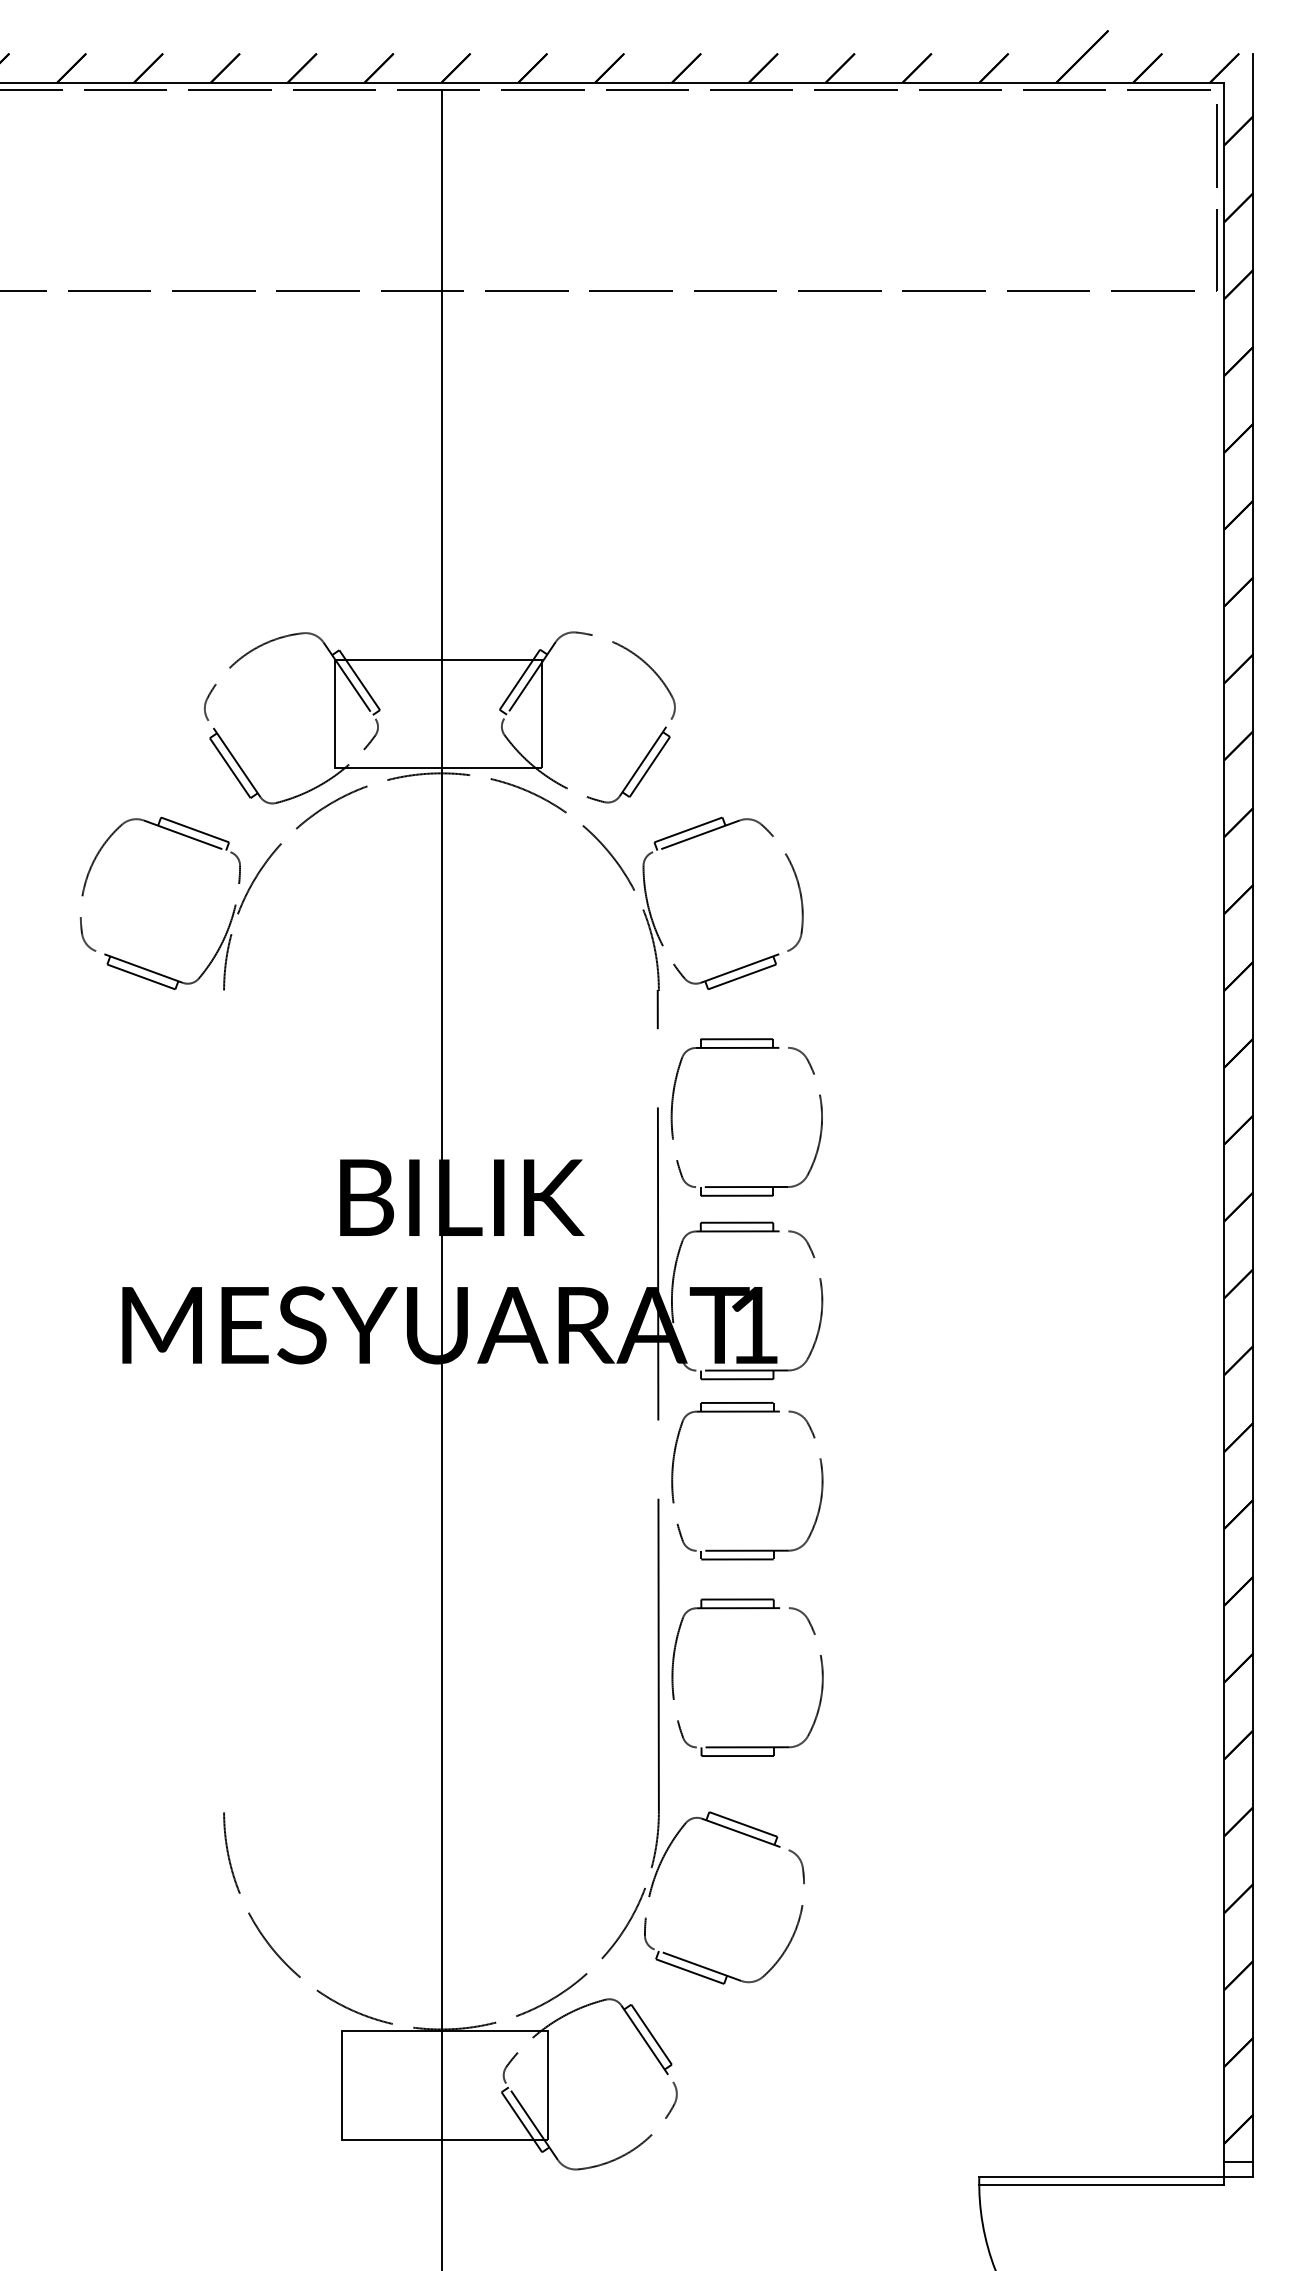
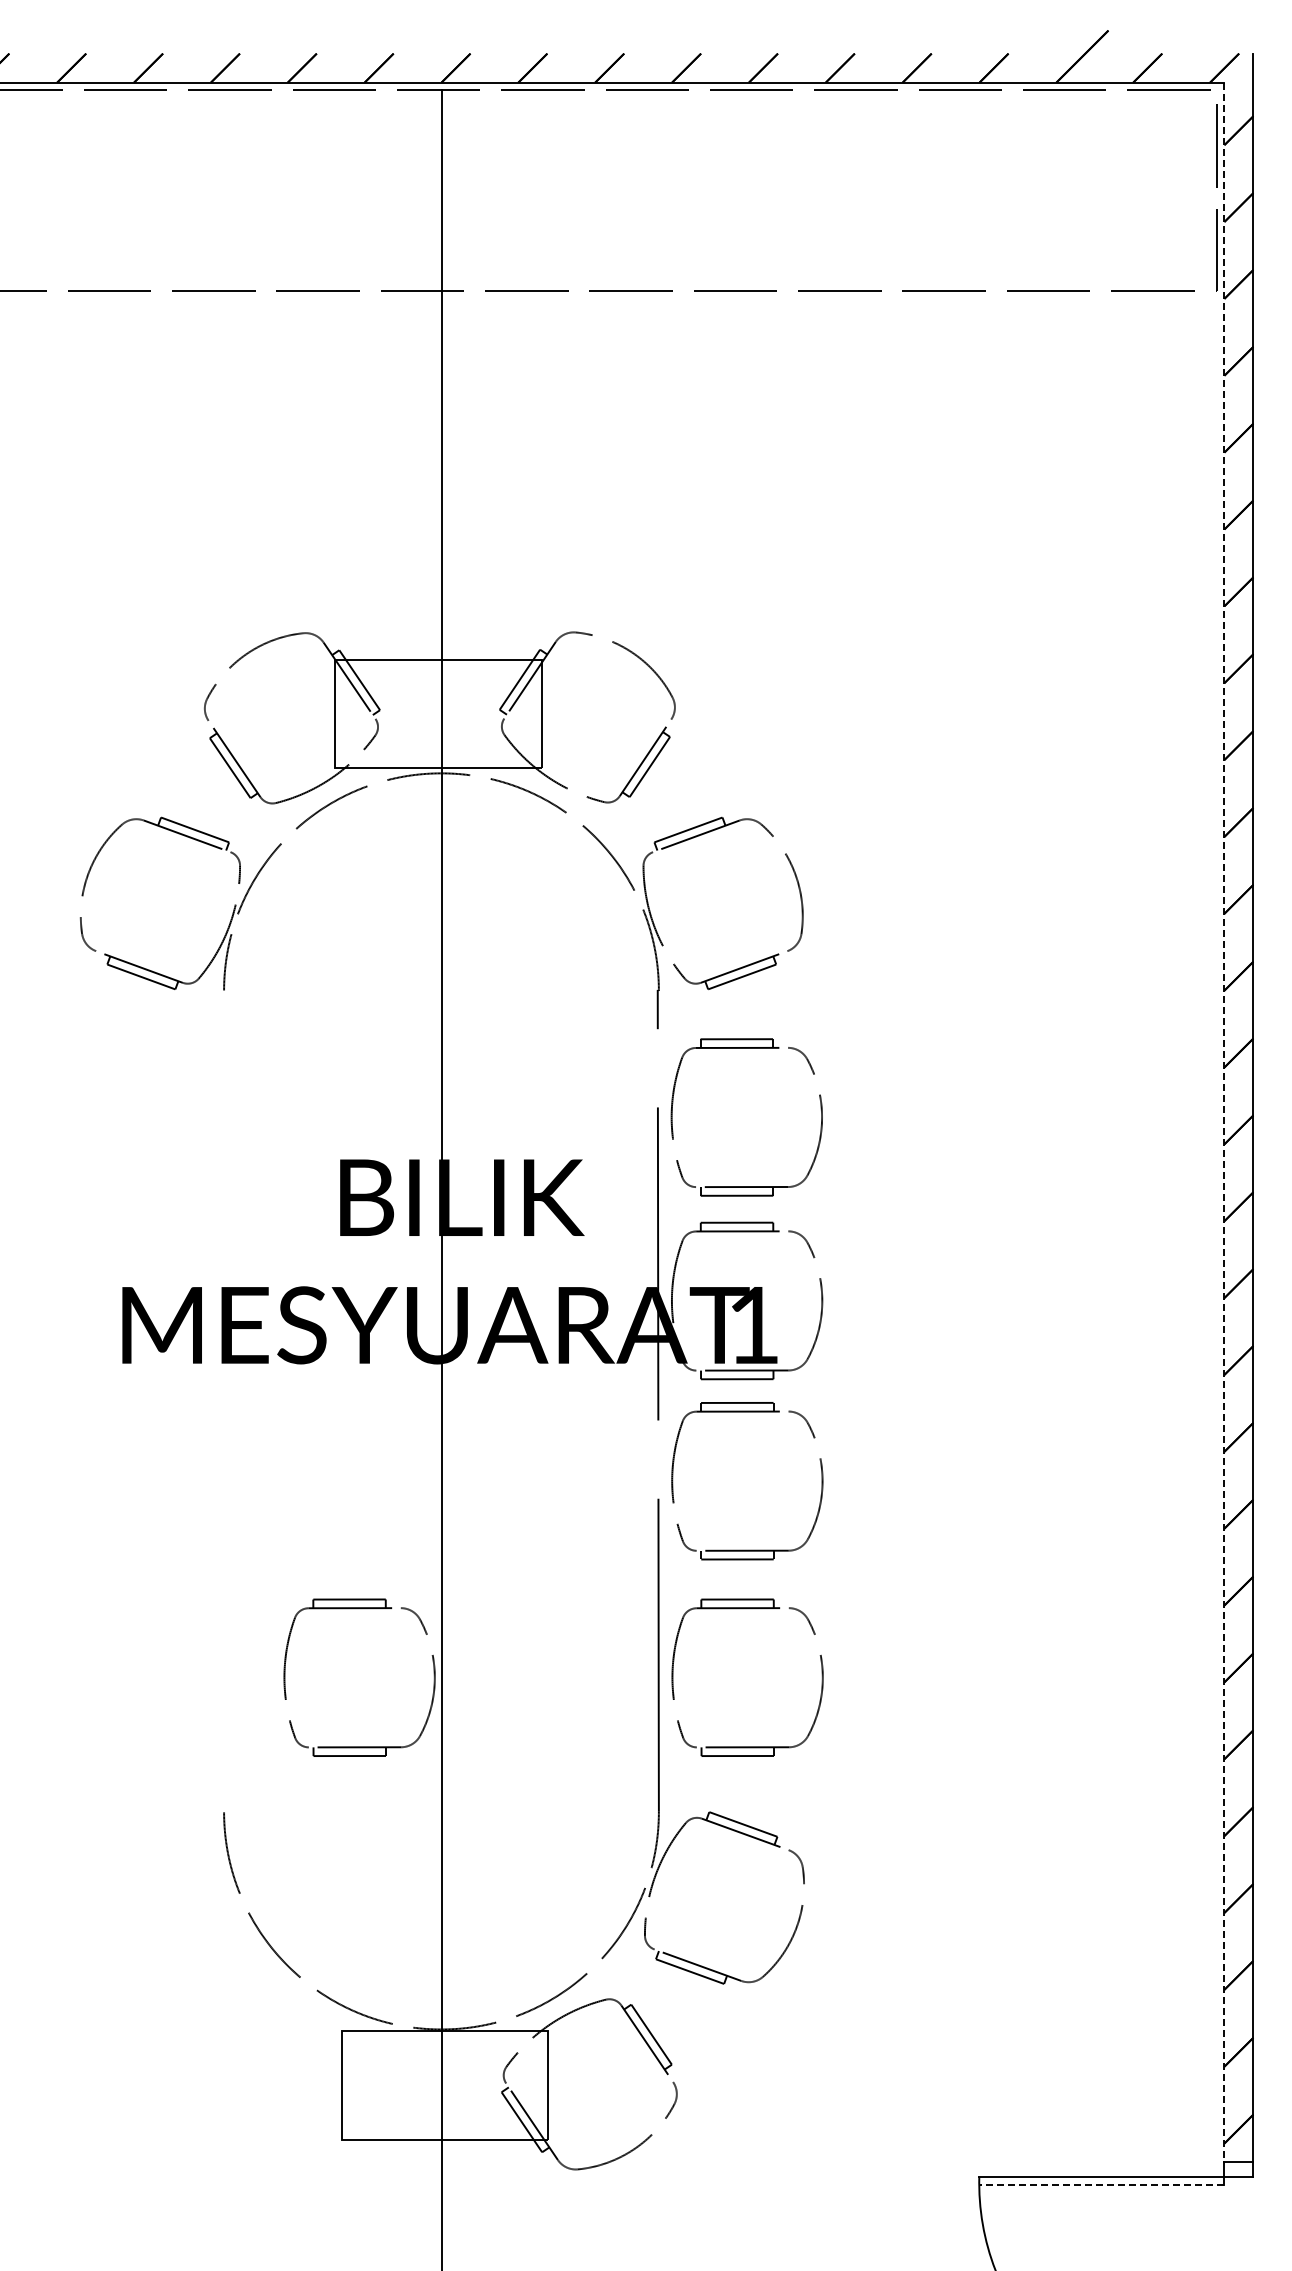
line at (1224, 1122): solid -> dashed
part at (359, 1609): none -> present
line at (1101, 2185): solid -> dashed
